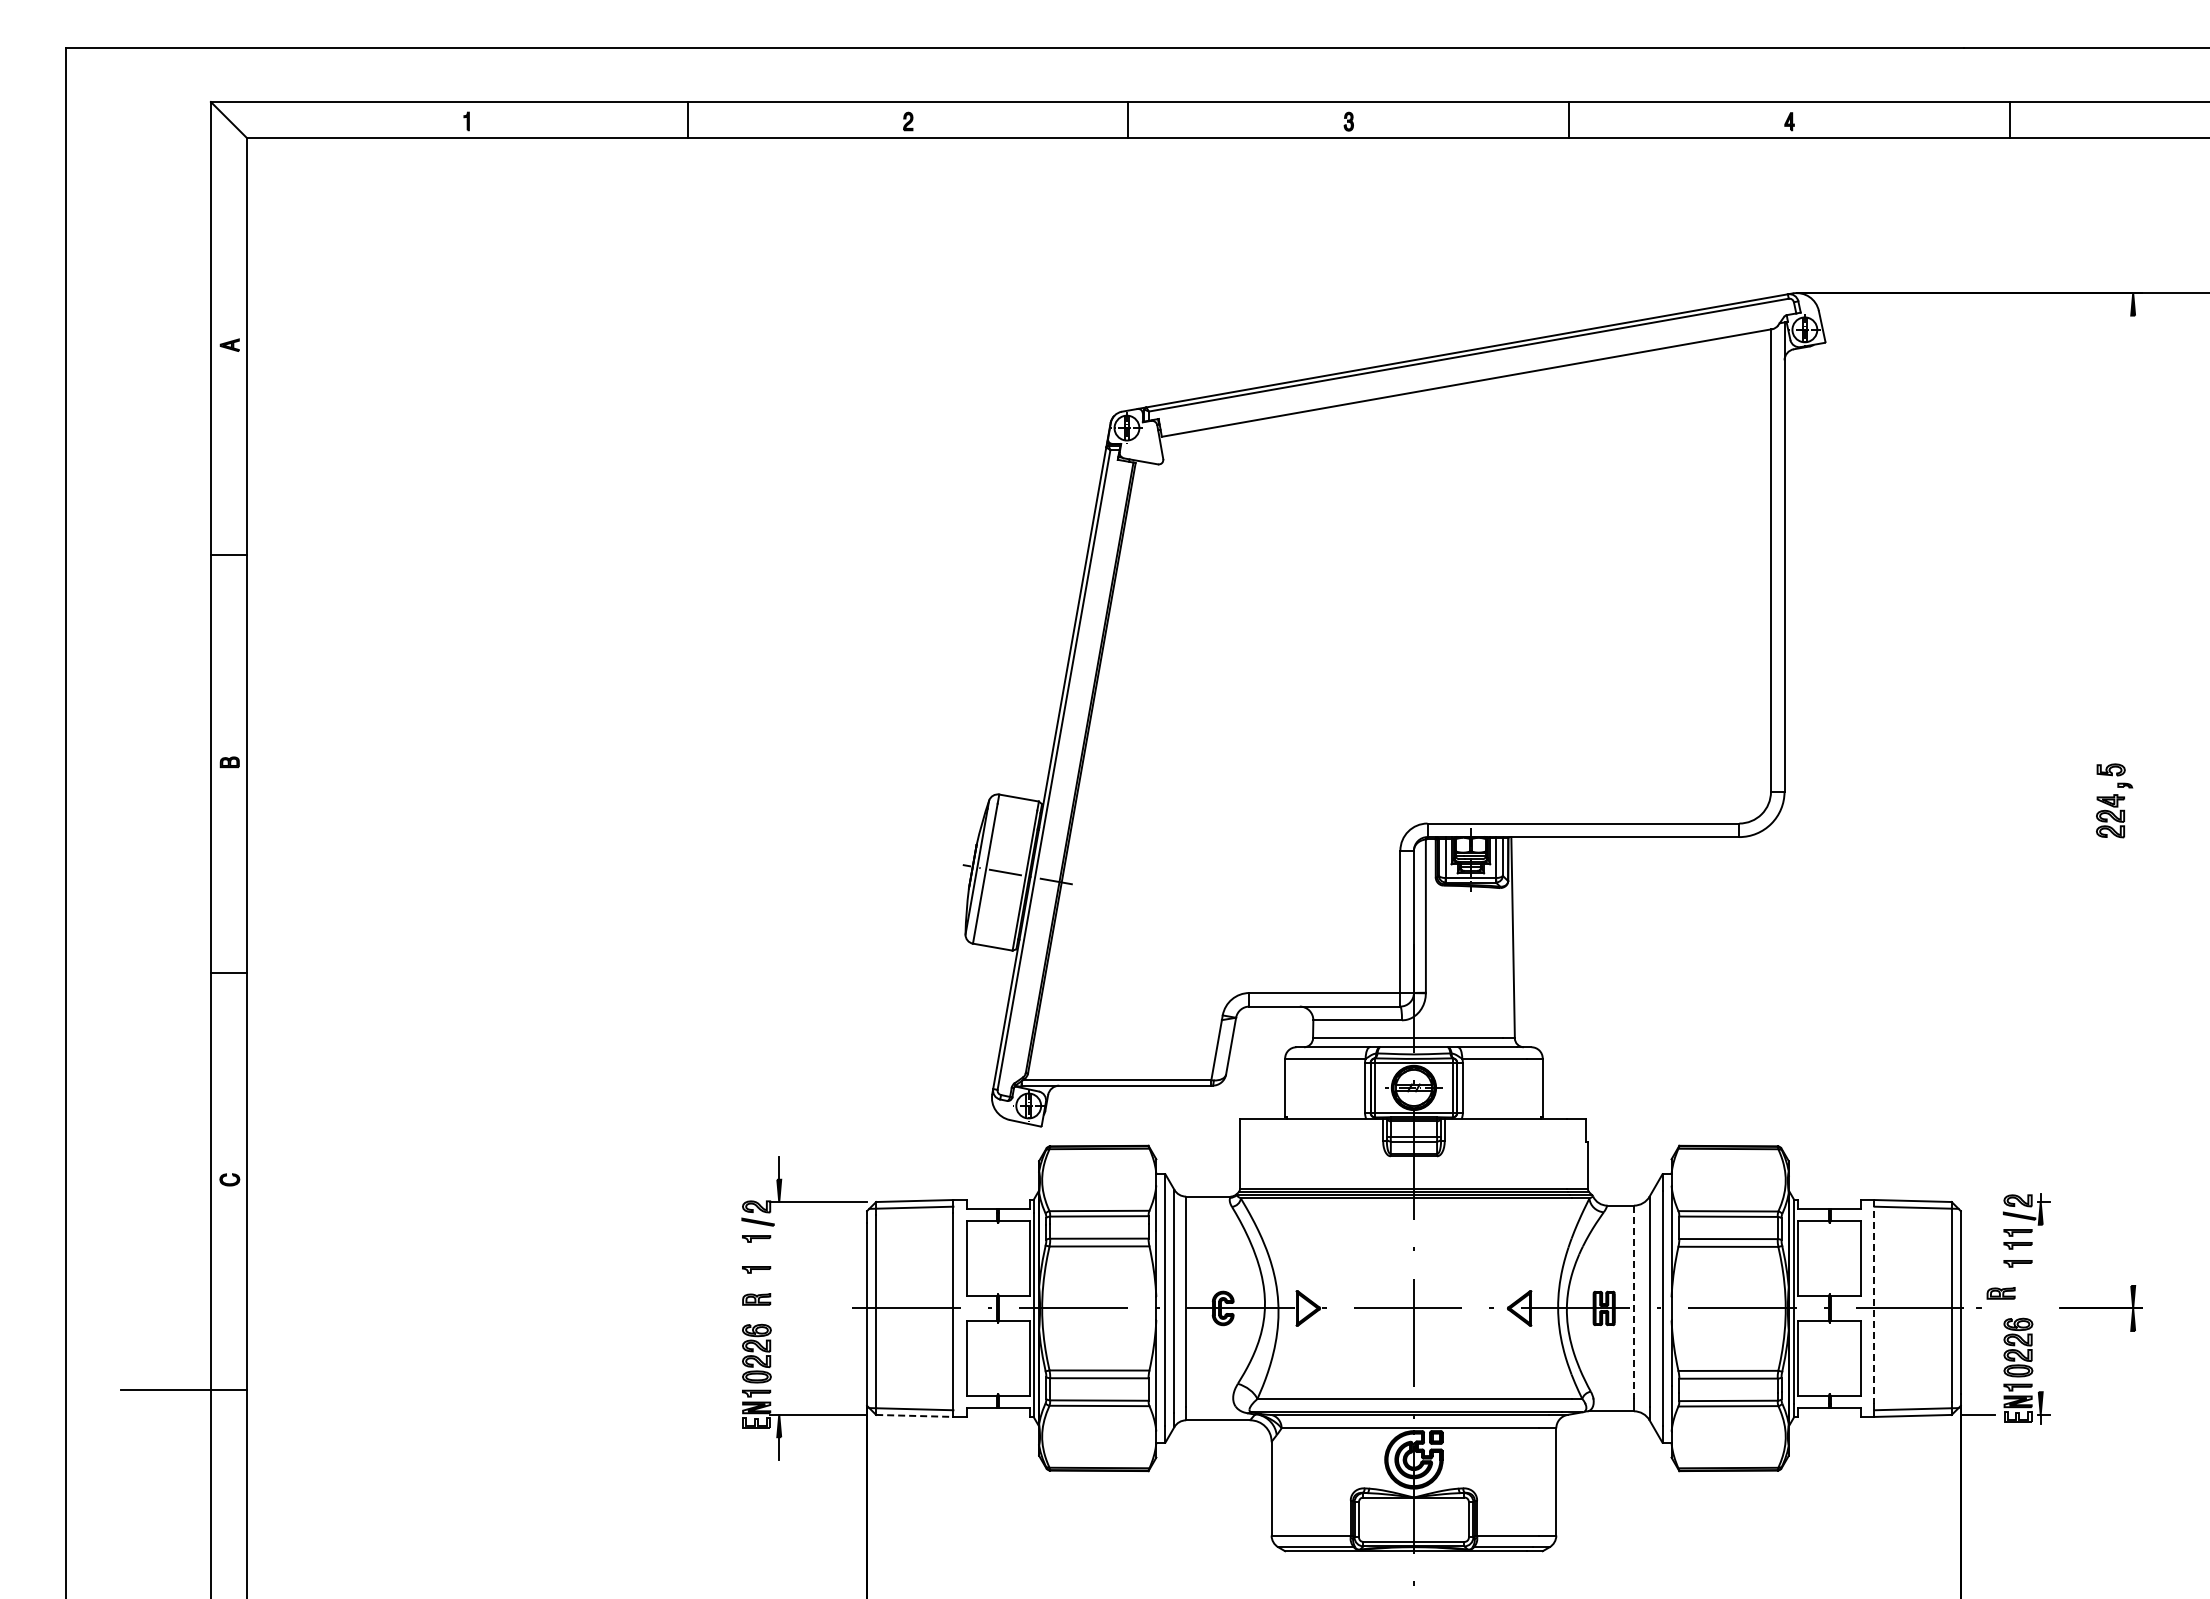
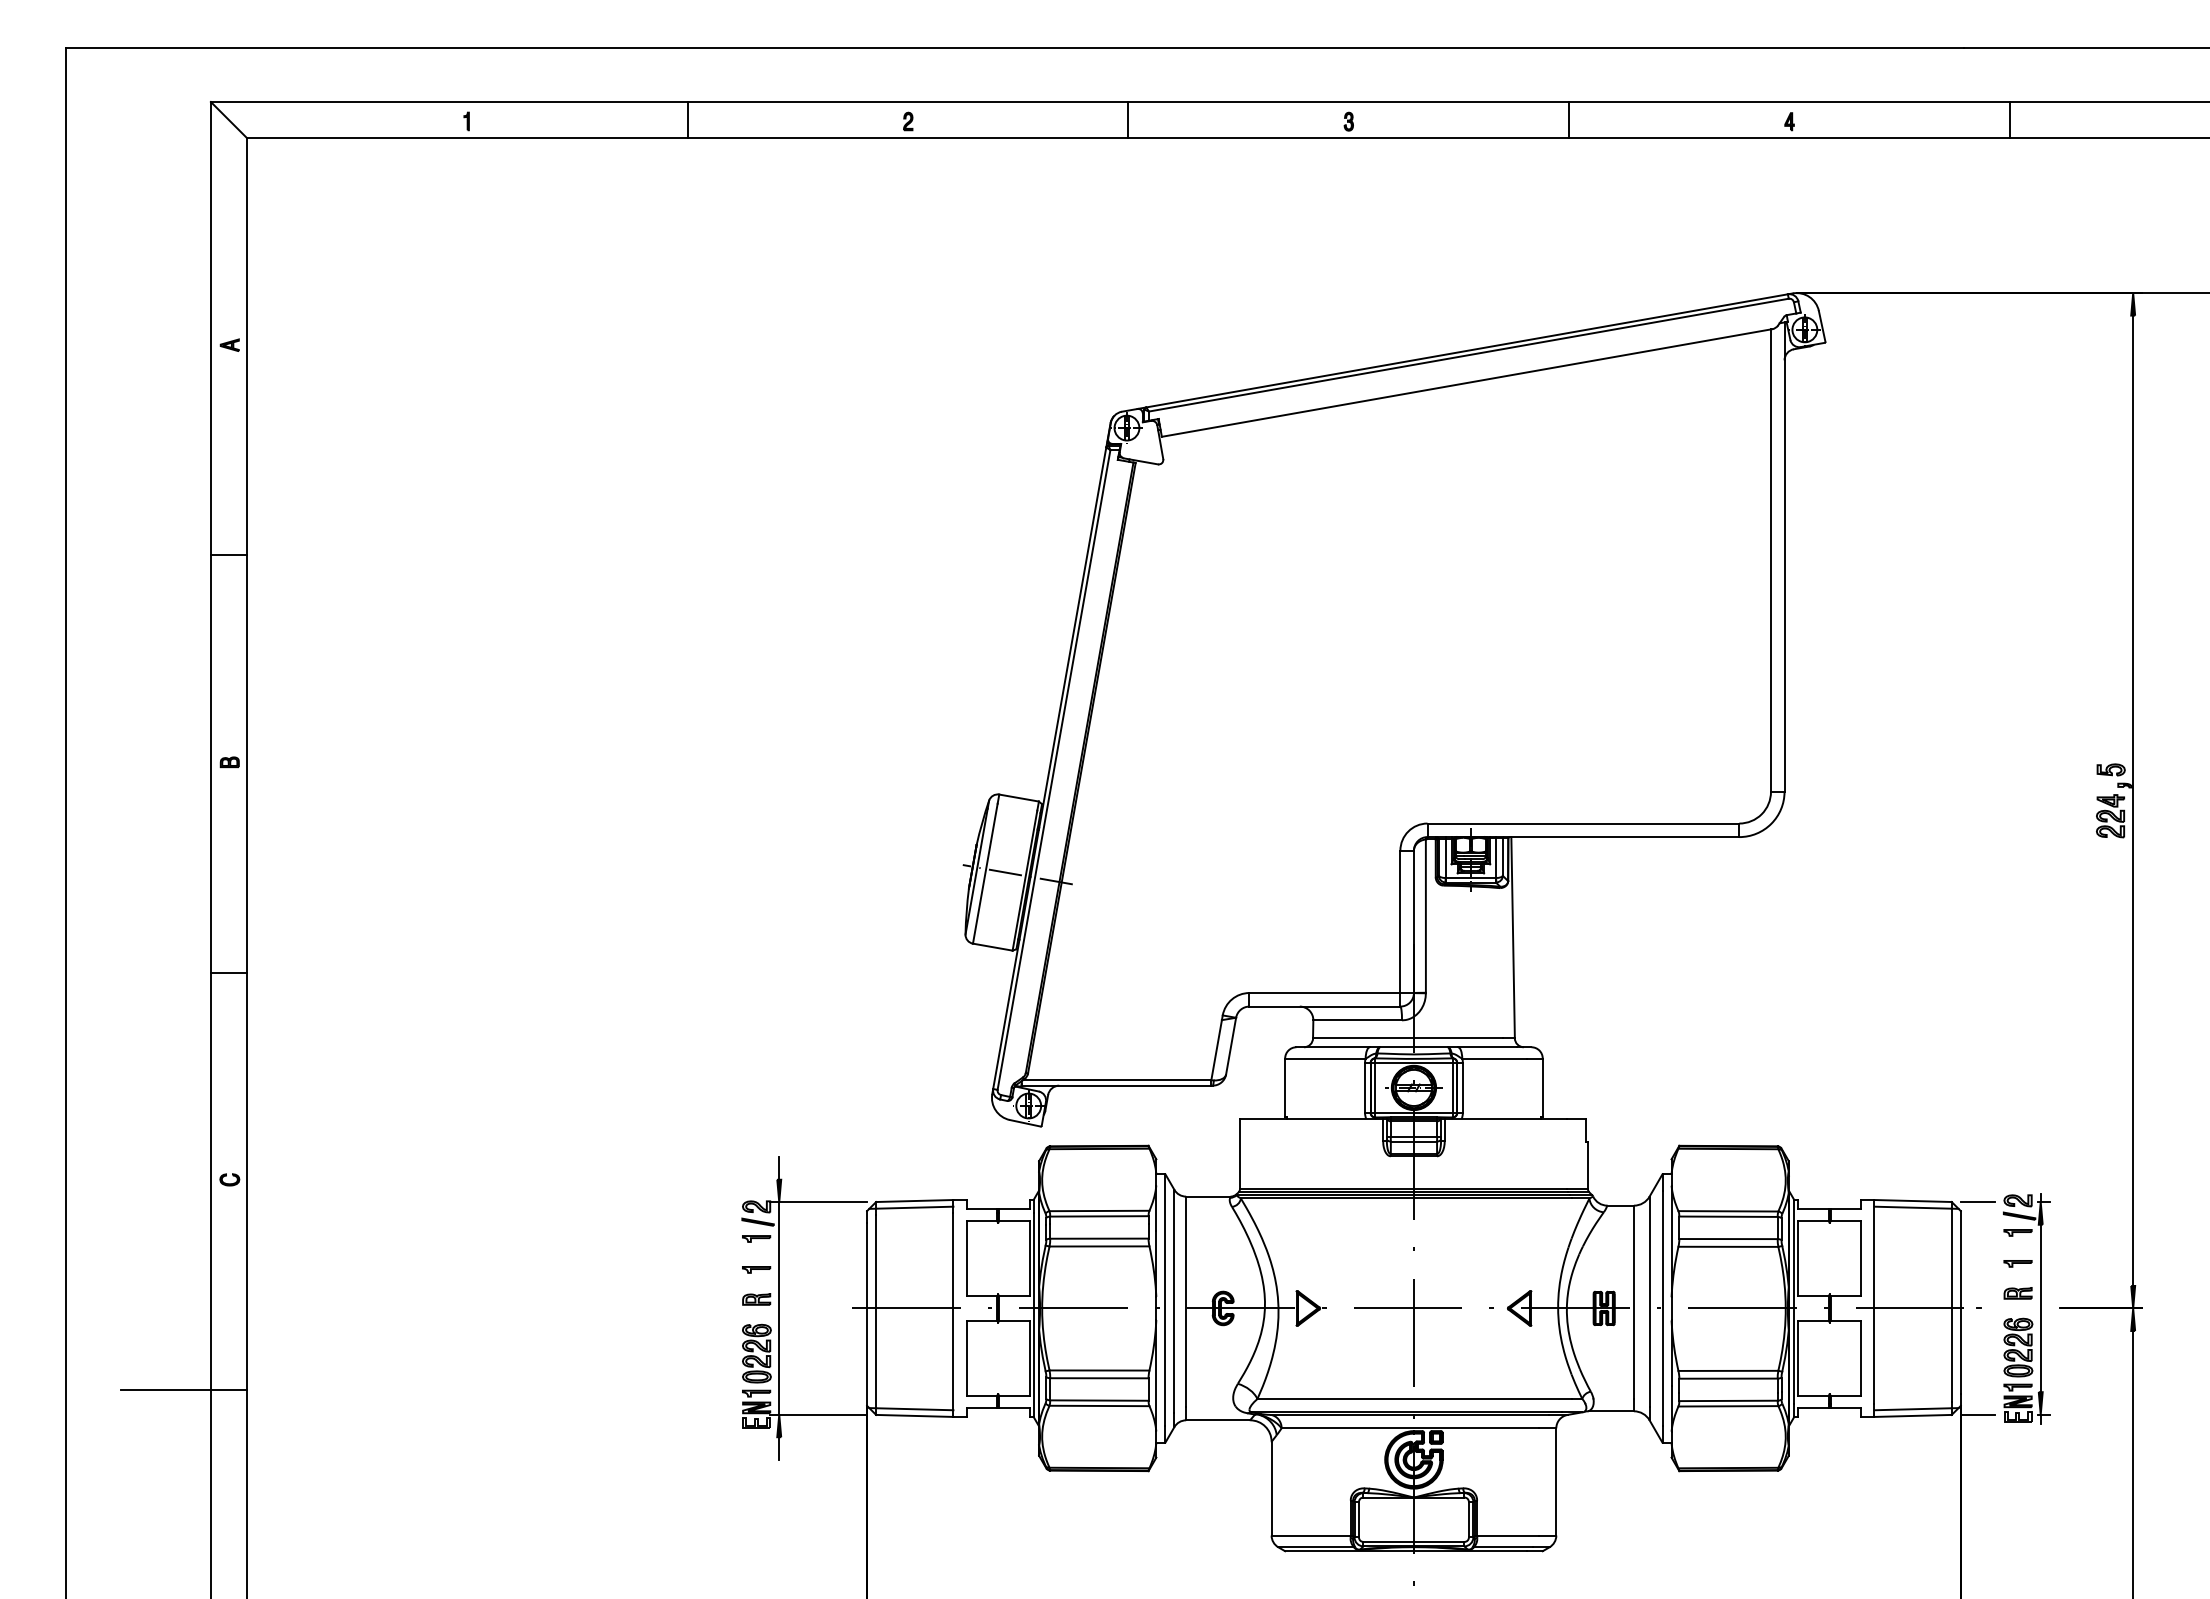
line at (2133, 800): none -> present
line at (1977, 1202): none -> present
part at (2017, 1245): present -> none
part at (2000, 1293) position: (2000, 1293) -> (2017, 1293)
line at (1874, 1301): dashed -> solid
line at (1633, 1302): dashed -> solid
line at (779, 1308): none -> present
line at (2040, 1308): none -> present
line at (914, 1415): dashed -> solid
line at (2133, 1462): none -> present
